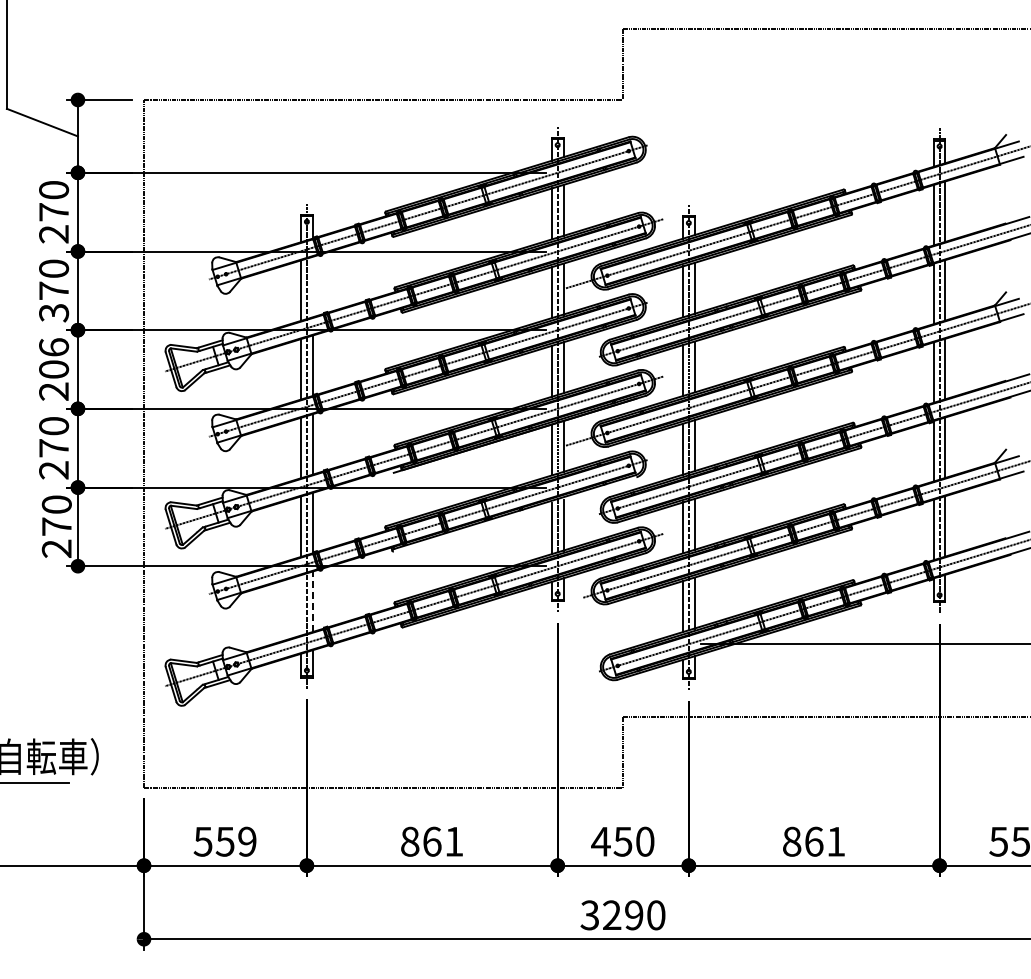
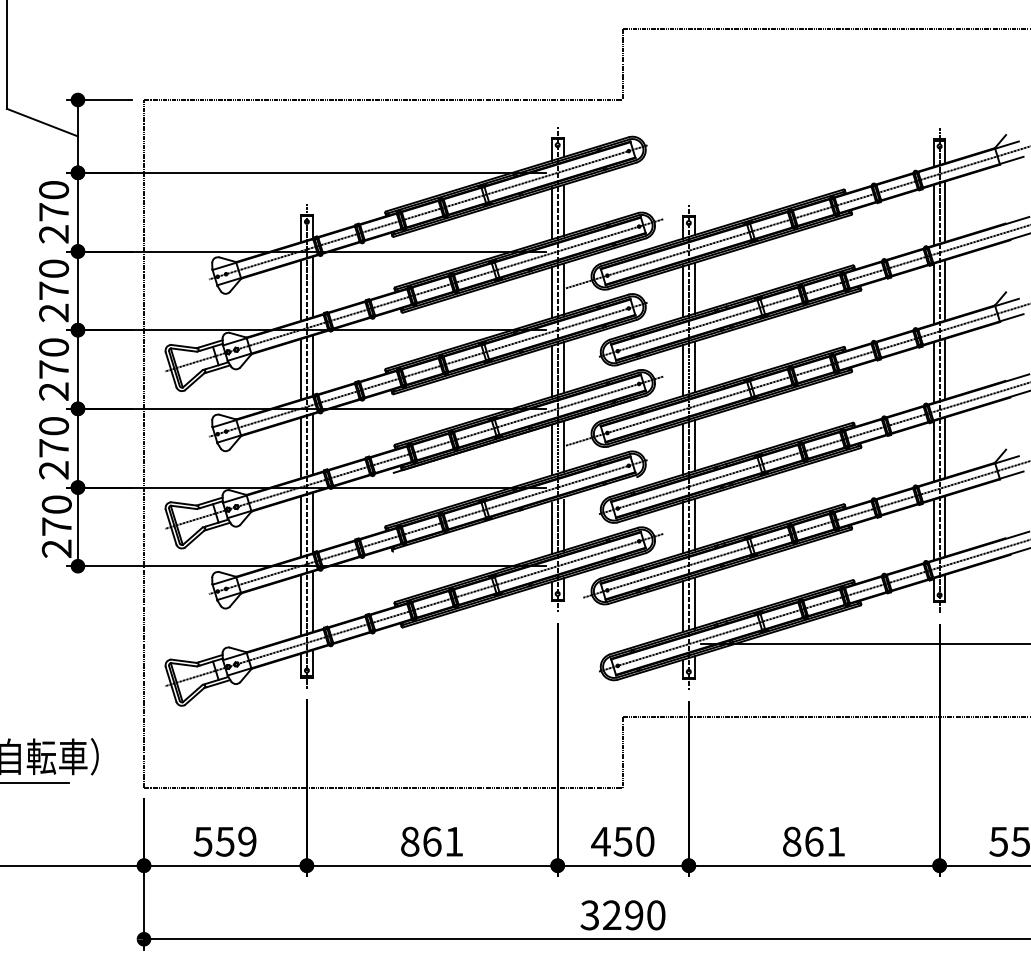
line at (312, 286): none -> present
text at (54, 312): 370 -> 270
text at (54, 358): 206 -> 270
line at (312, 601): dashed -> solid
line at (301, 605): none -> present
